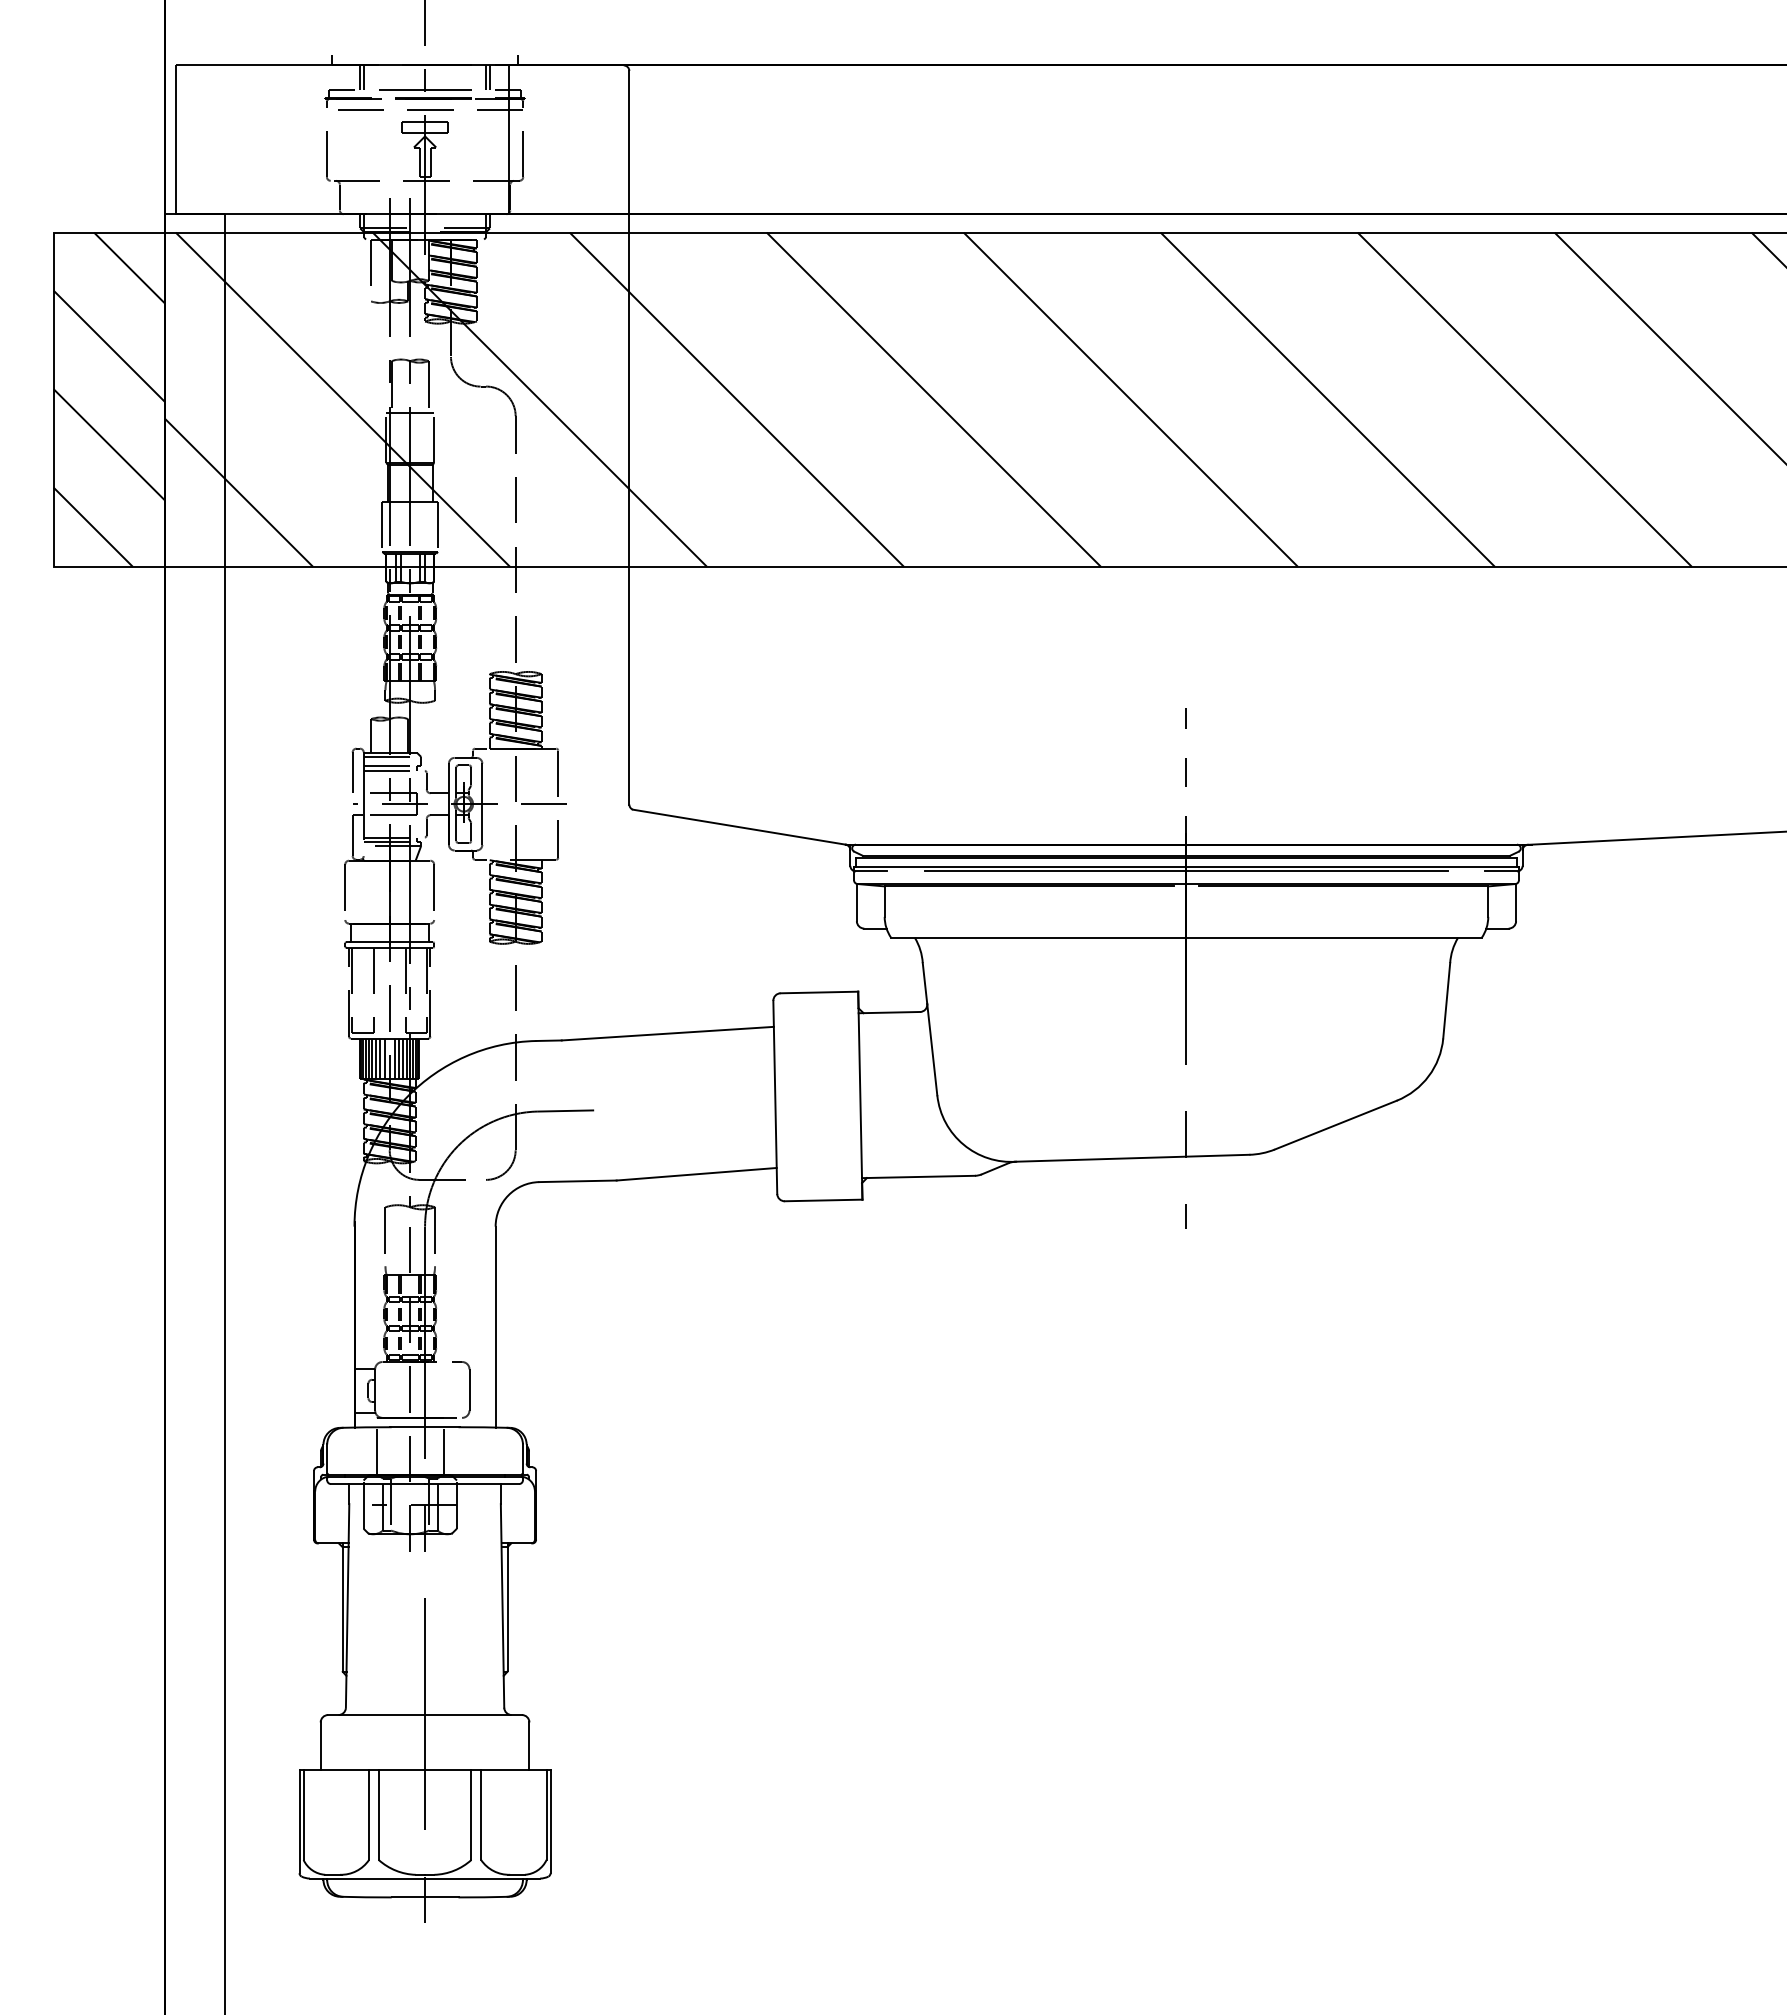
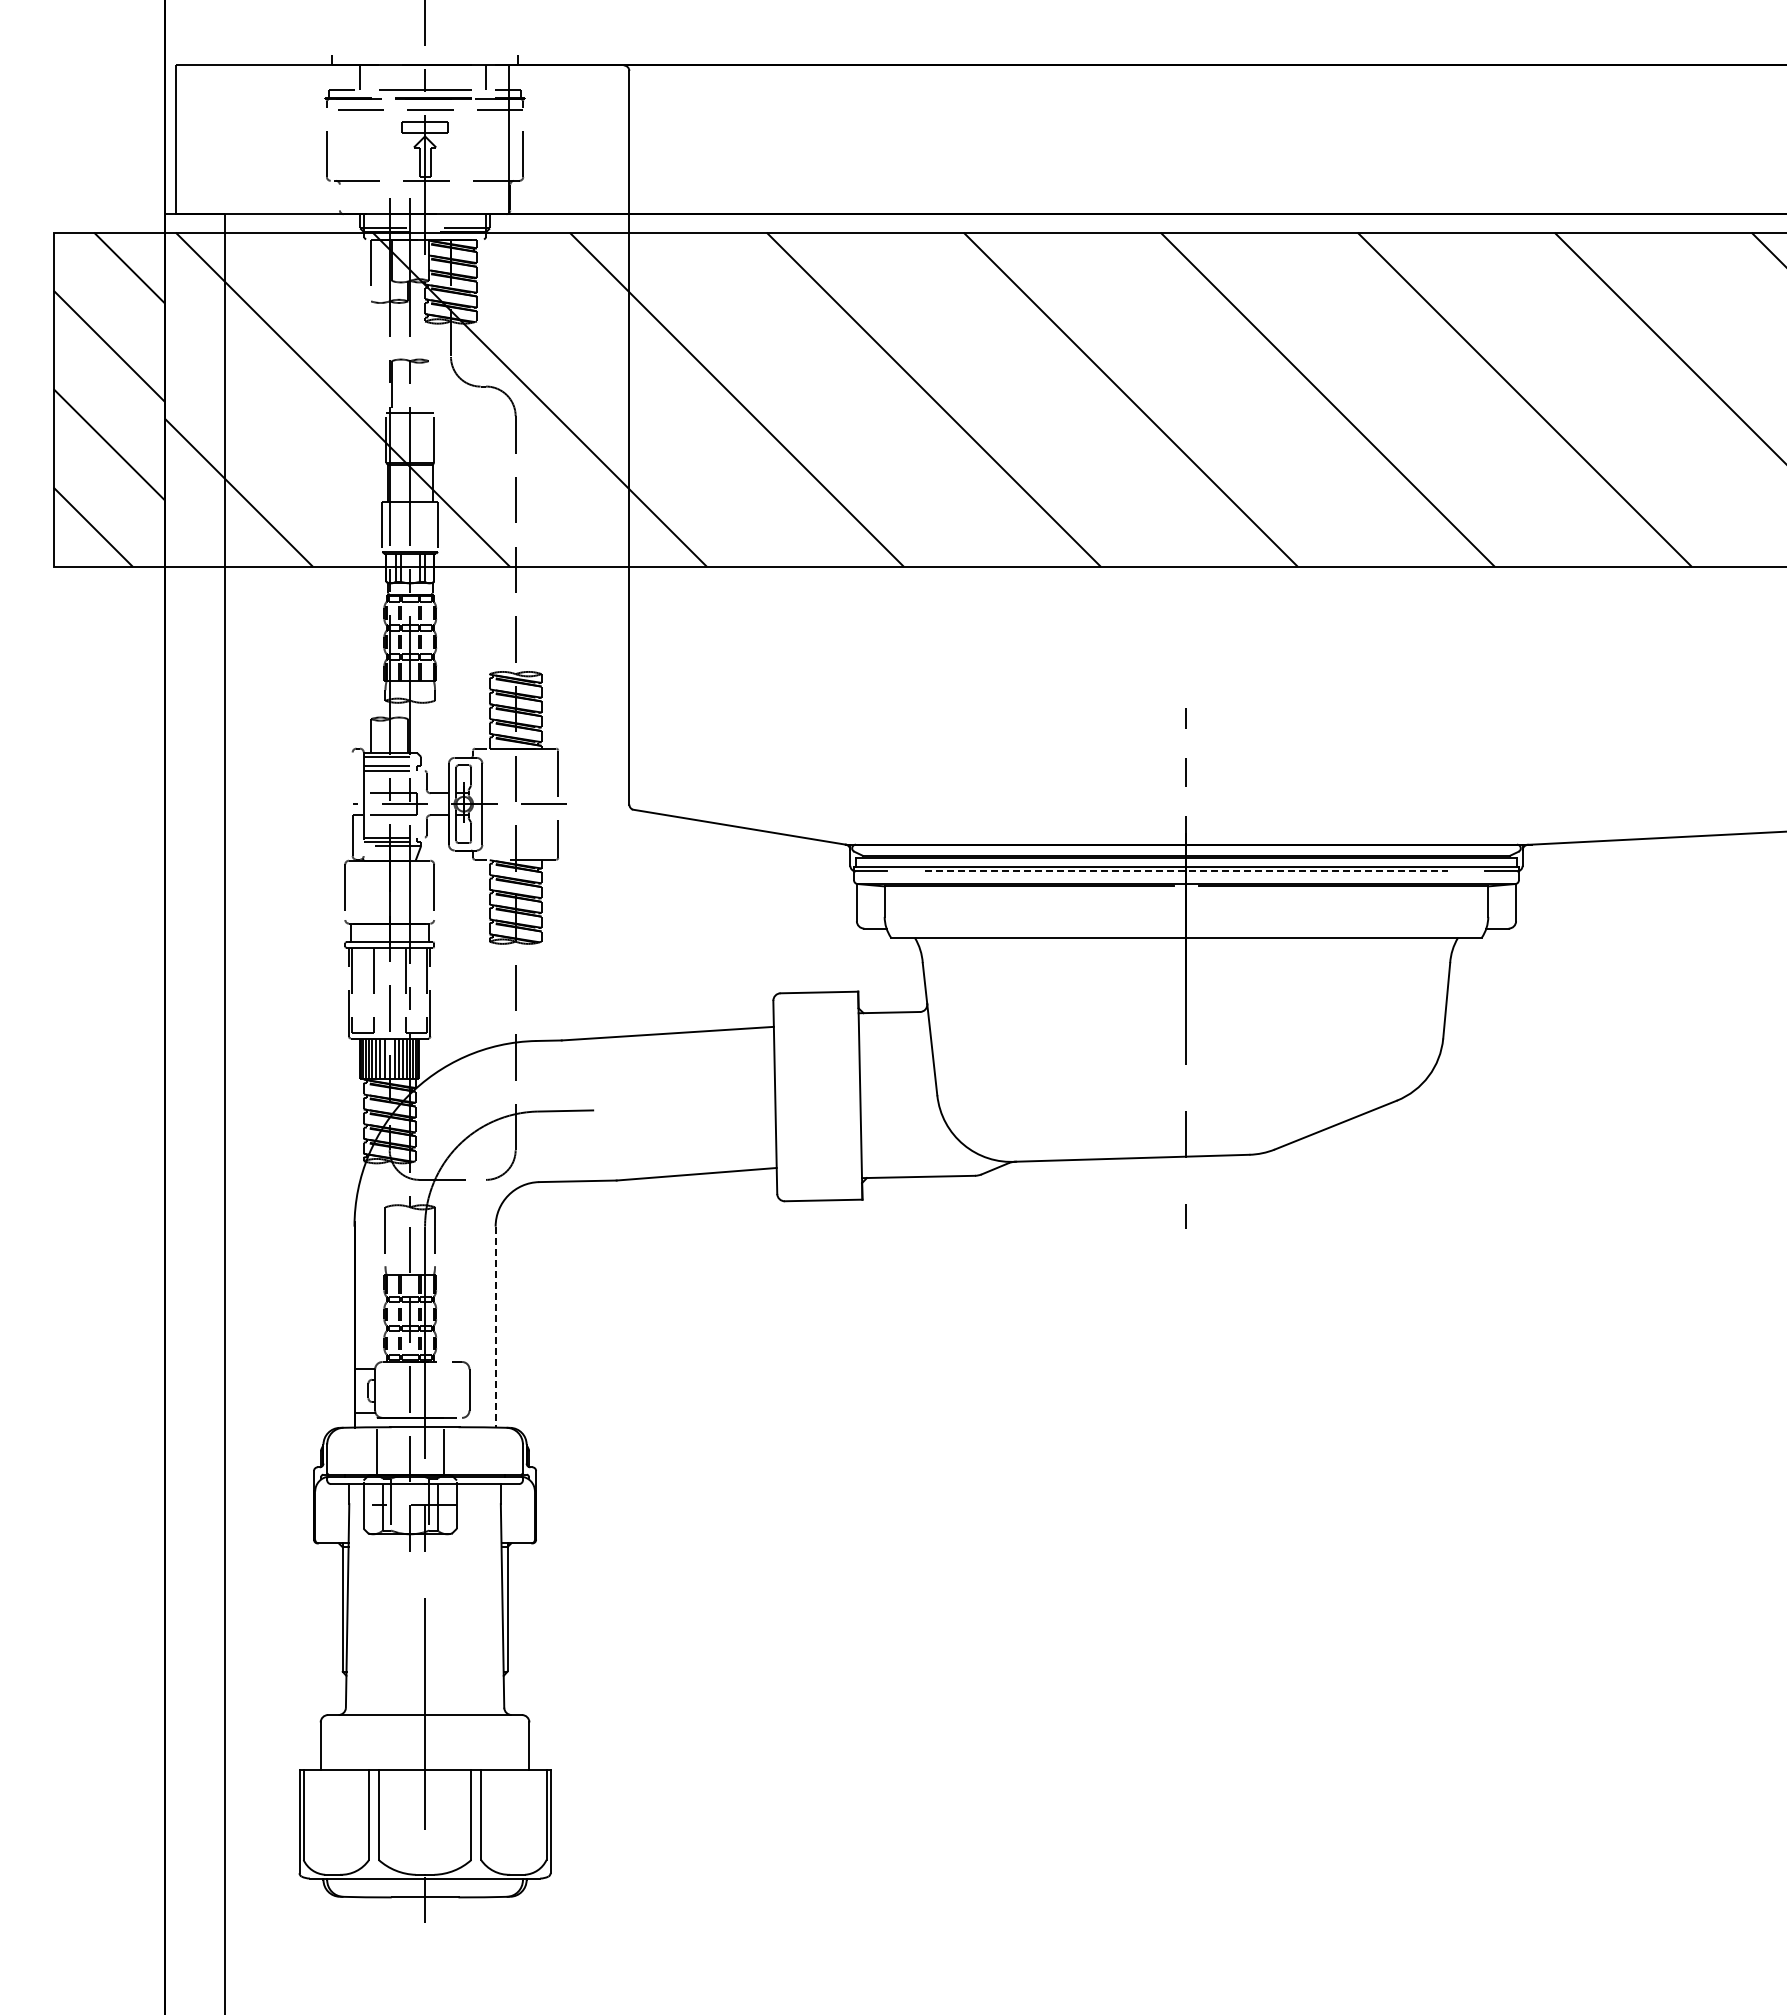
line at (364, 77): present -> none
line at (489, 77): present -> none
line at (339, 197): present -> none
line at (428, 387): present -> none
line at (352, 772): present -> none
line at (1186, 871): solid -> dashed
line at (495, 1327): solid -> dashed
